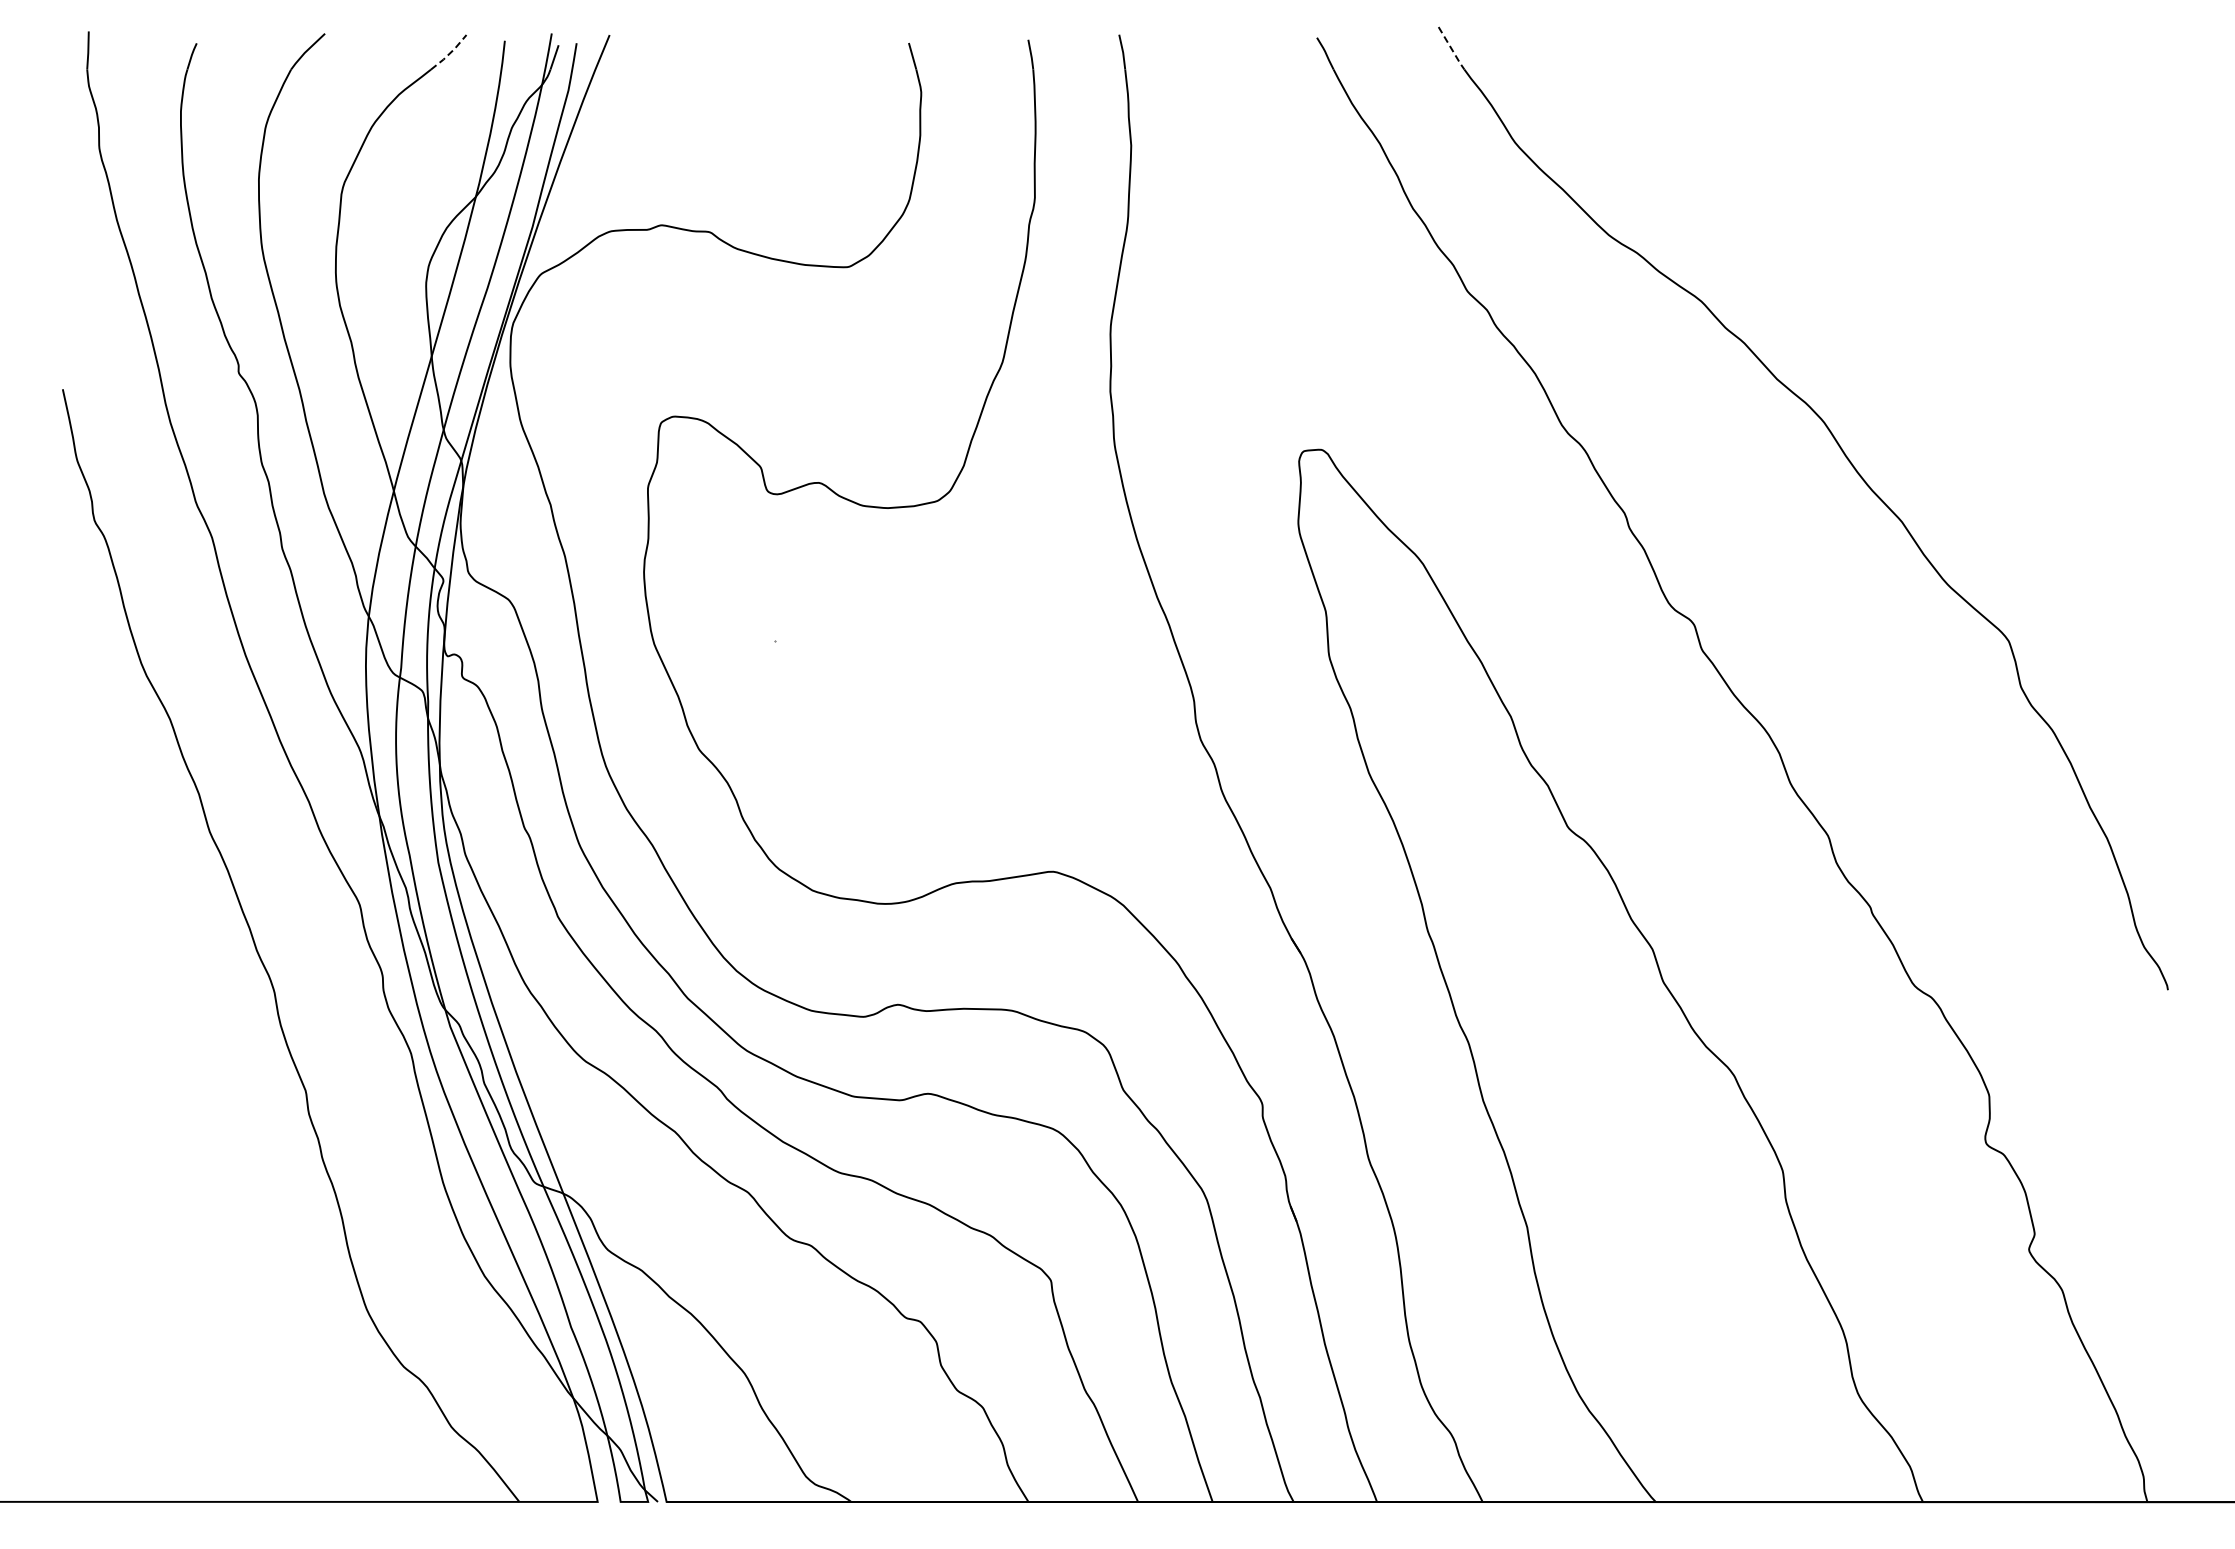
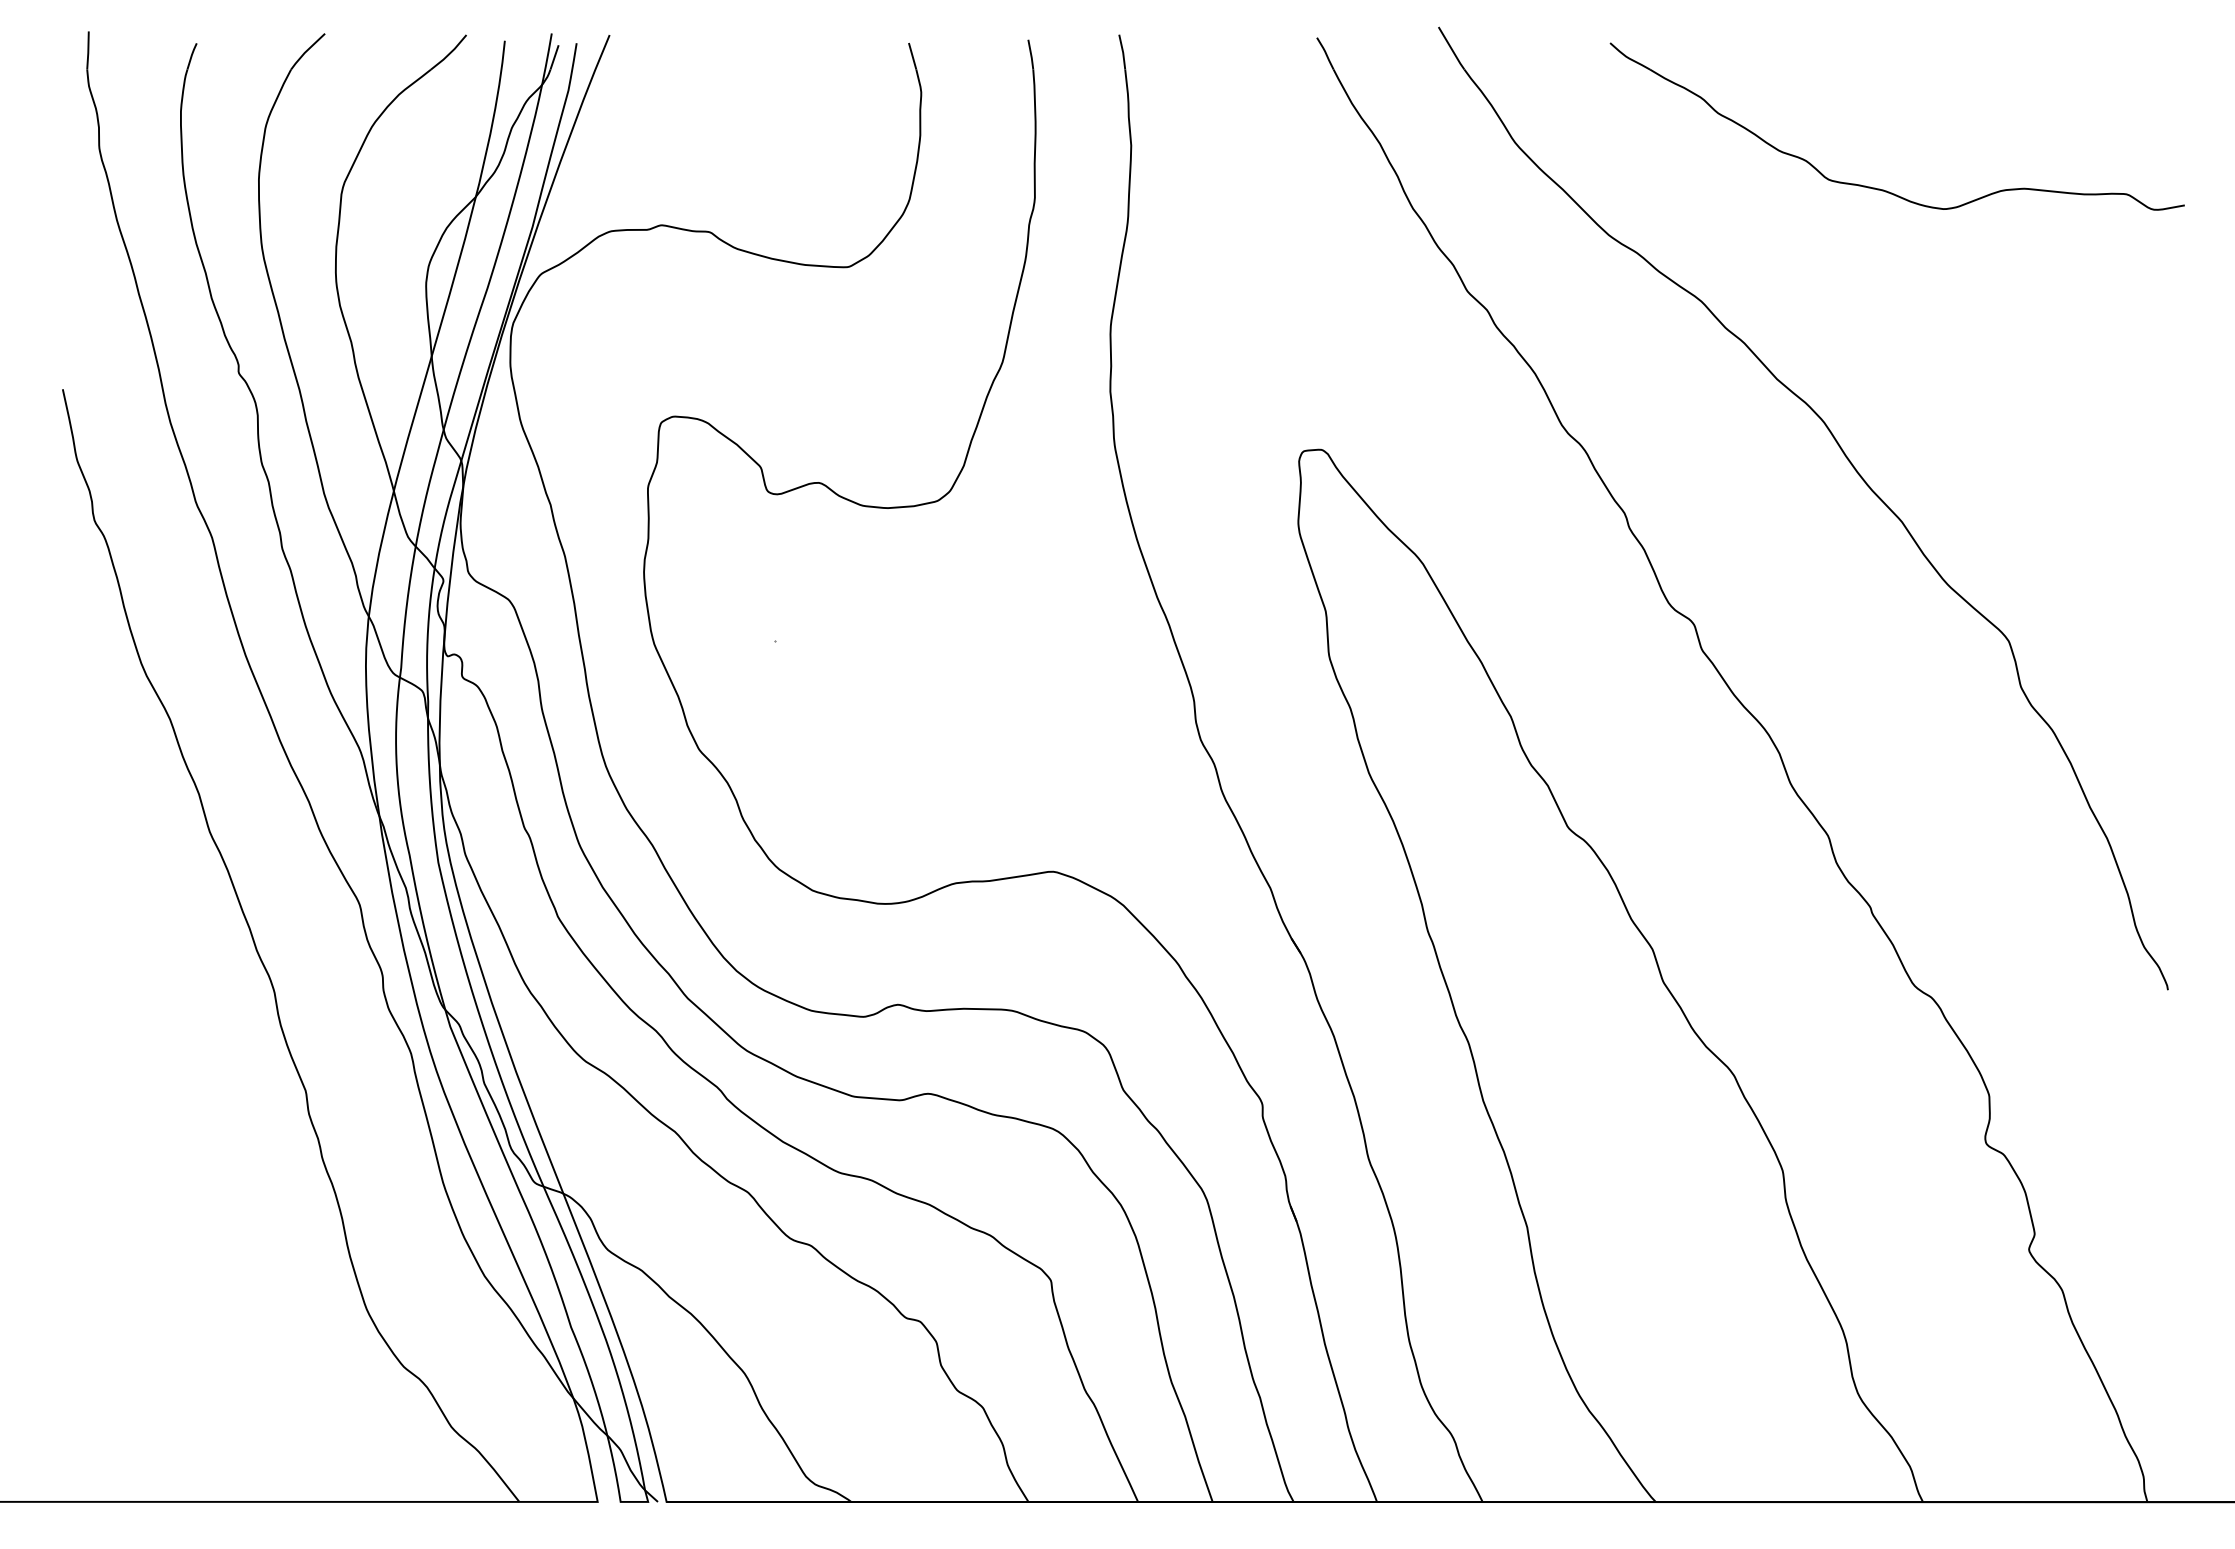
line at (1451, 49): dashed -> solid
line at (449, 53): dashed -> solid
part at (1879, 188): none -> present
